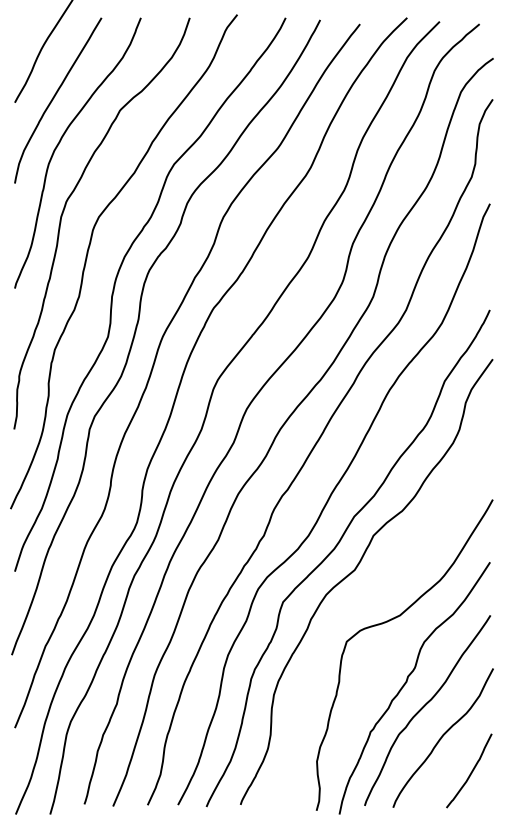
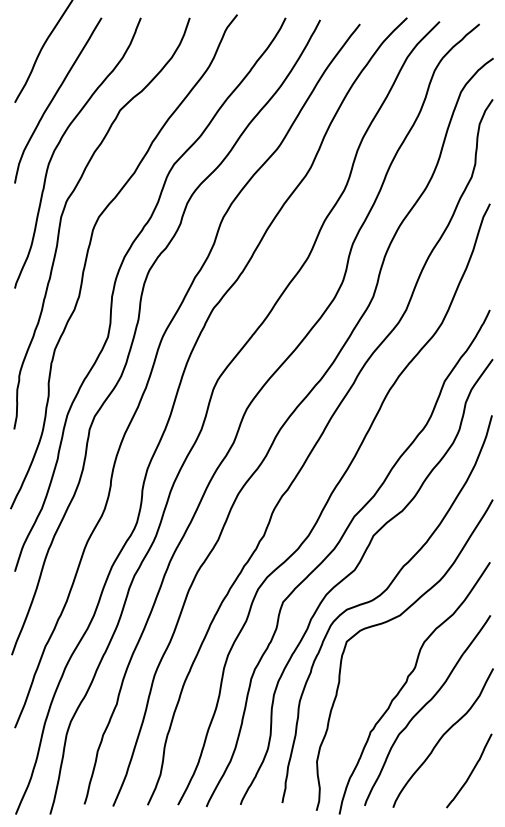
curve at (377, 598): none -> present
